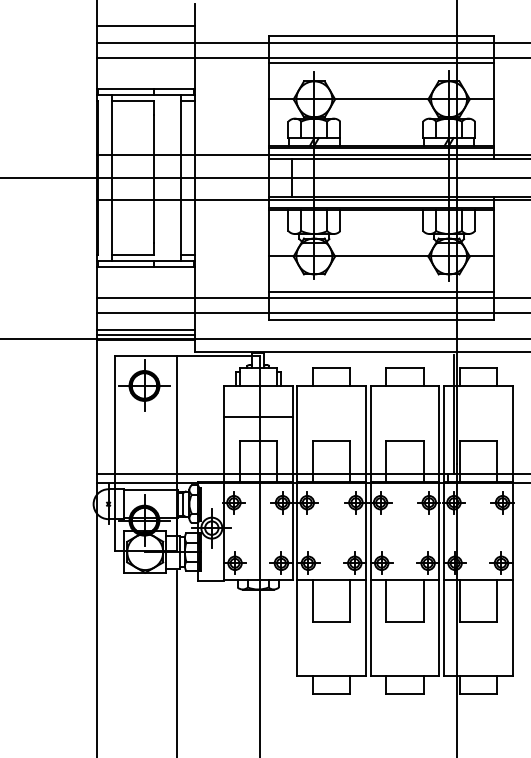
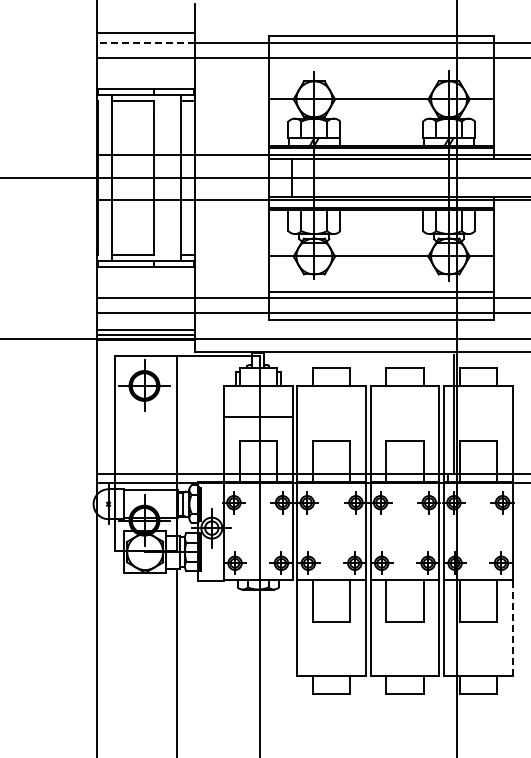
line at (145, 25) position: (145, 25) -> (145, 32)
line at (145, 43): solid -> dashed
line at (381, 63): present -> none
line at (512, 627): solid -> dashed
